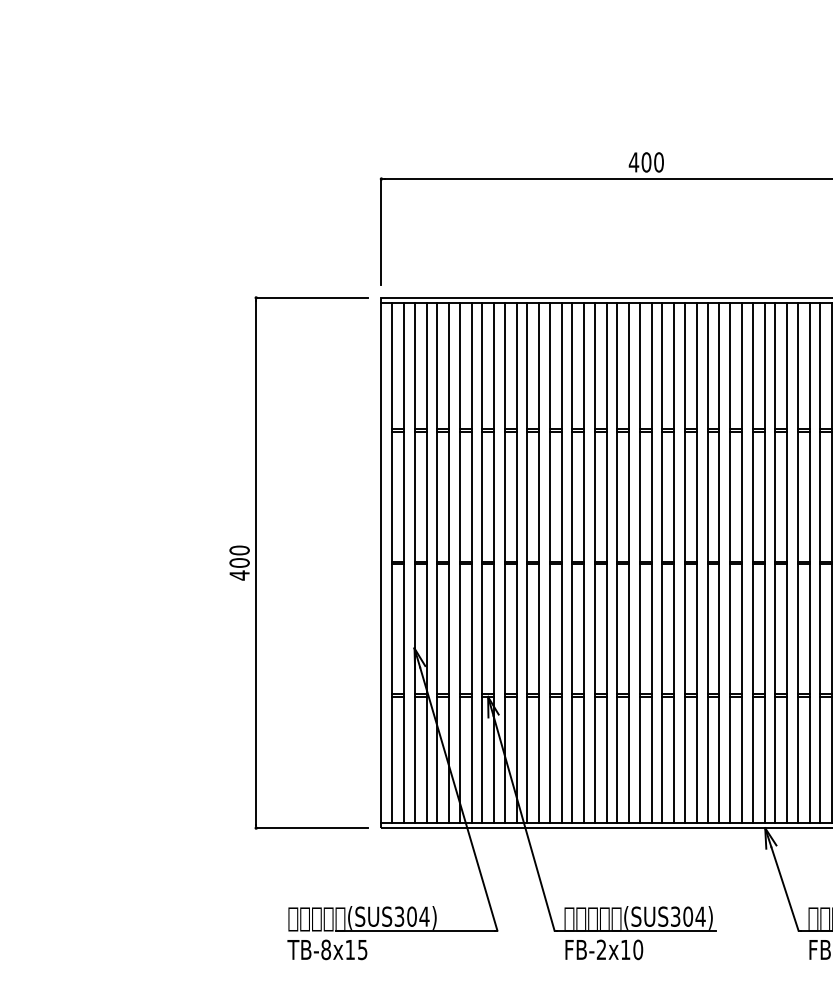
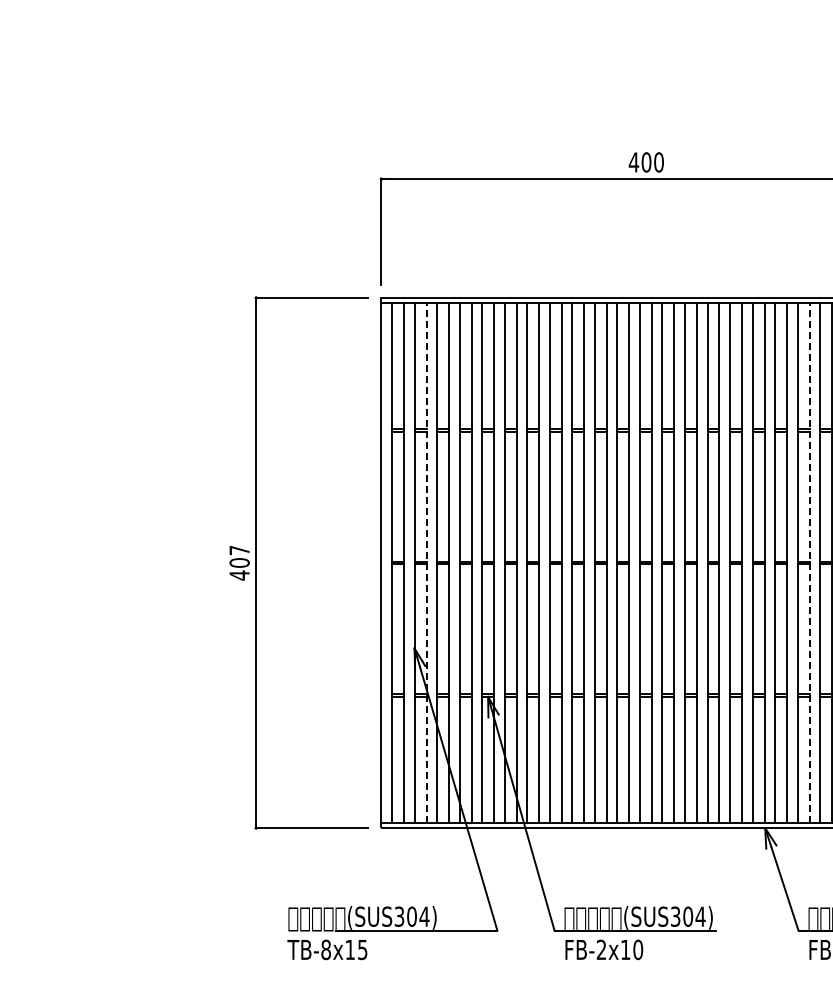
text at (239, 550): 400 -> 407
line at (426, 563): solid -> dashed
line at (809, 563): solid -> dashed
